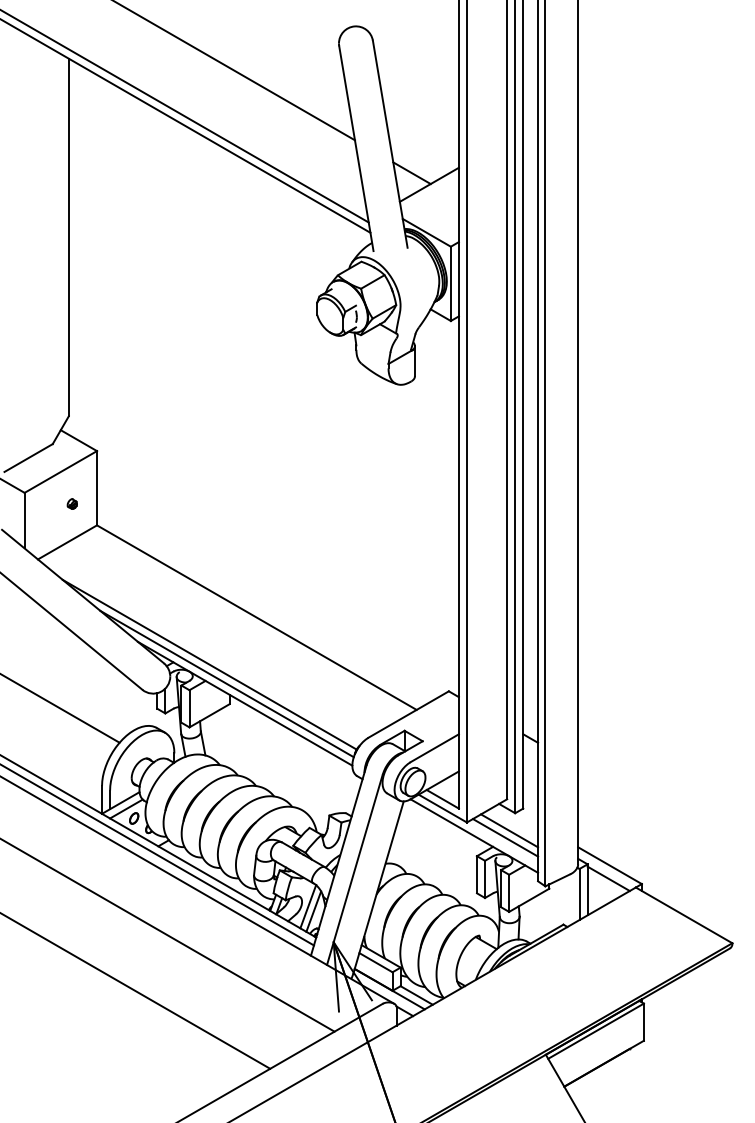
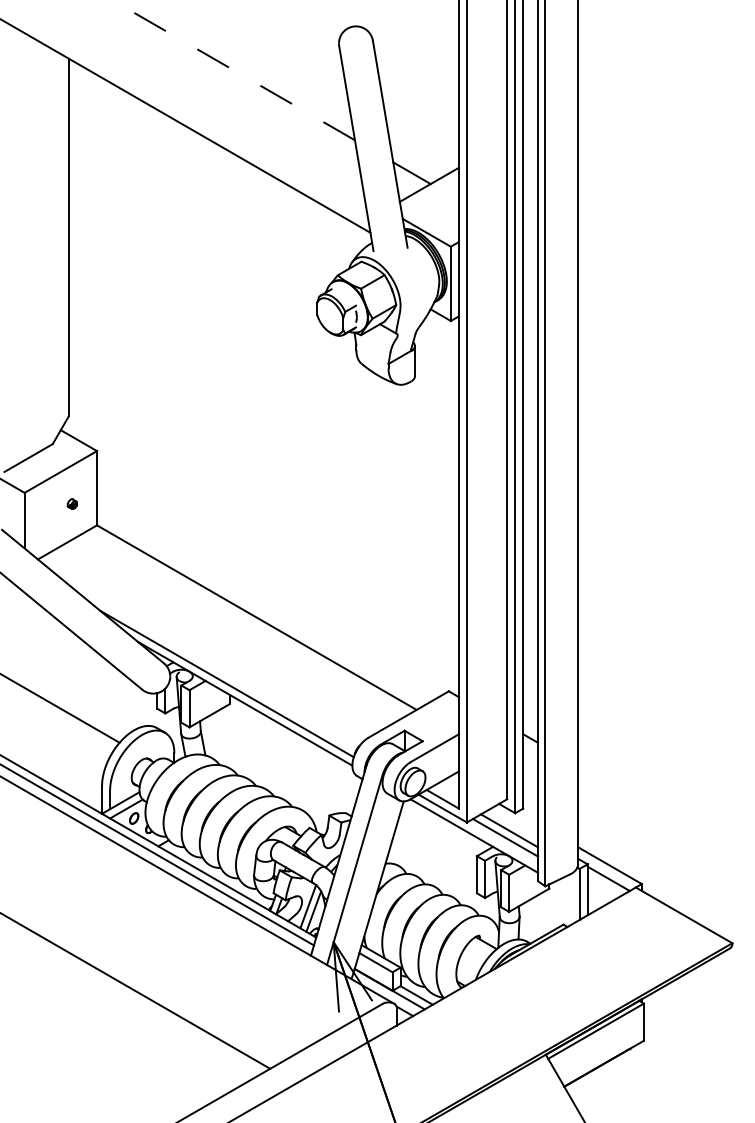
line at (233, 70): solid -> dashed
line at (185, 116): present -> none
line at (209, 664): present -> none
line at (168, 935): present -> none
